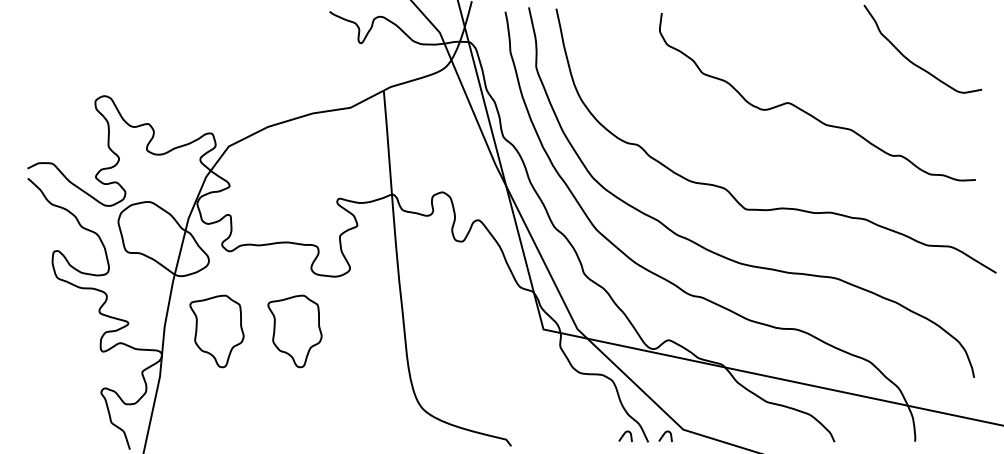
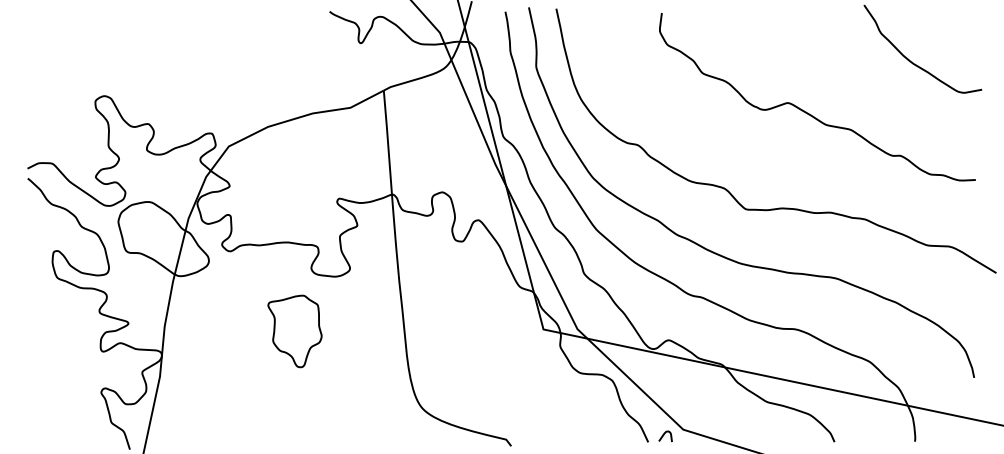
part at (216, 331): present -> none
curve at (624, 435): present -> none
